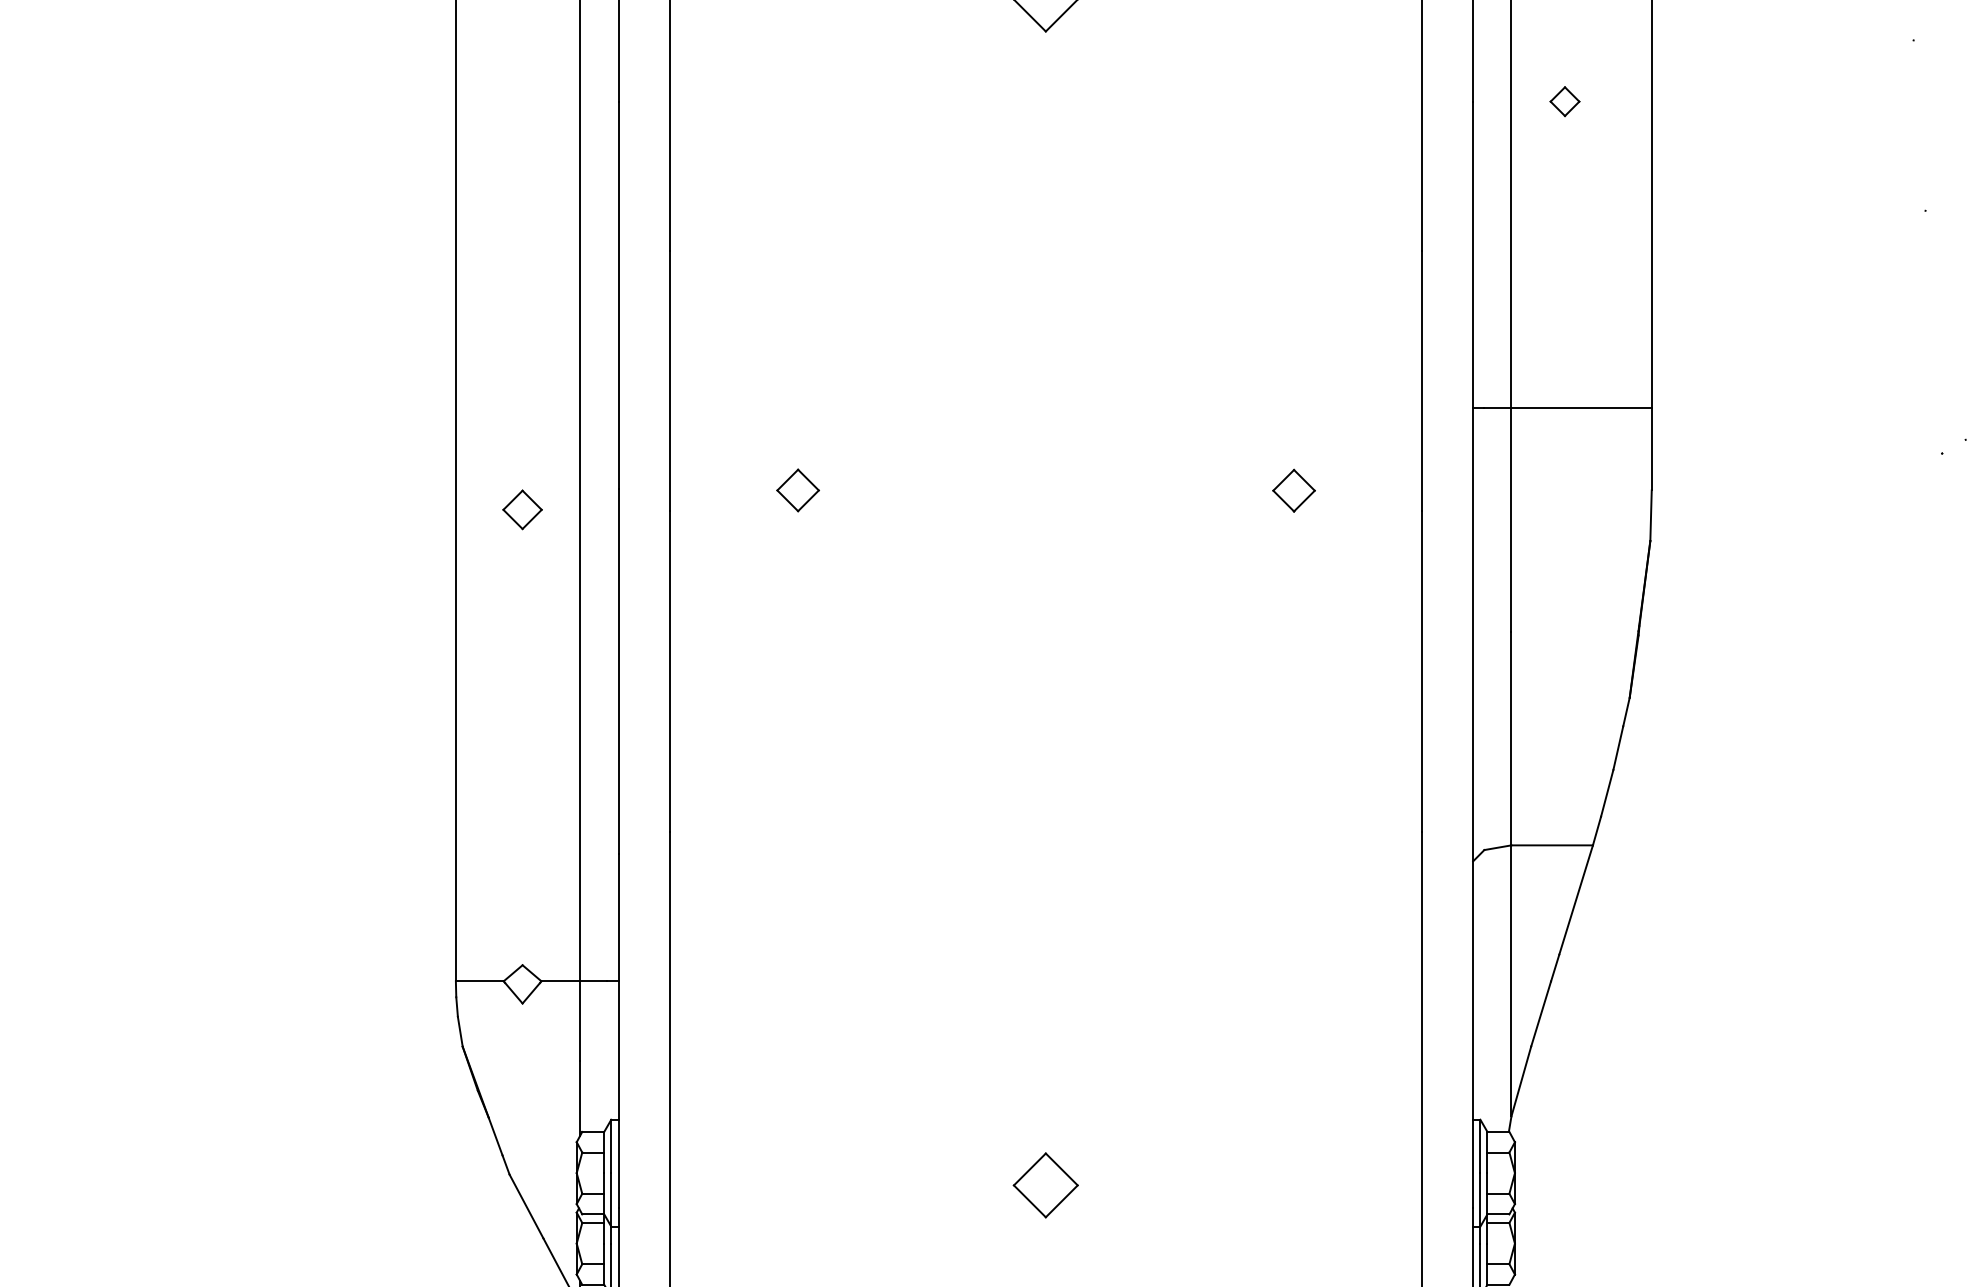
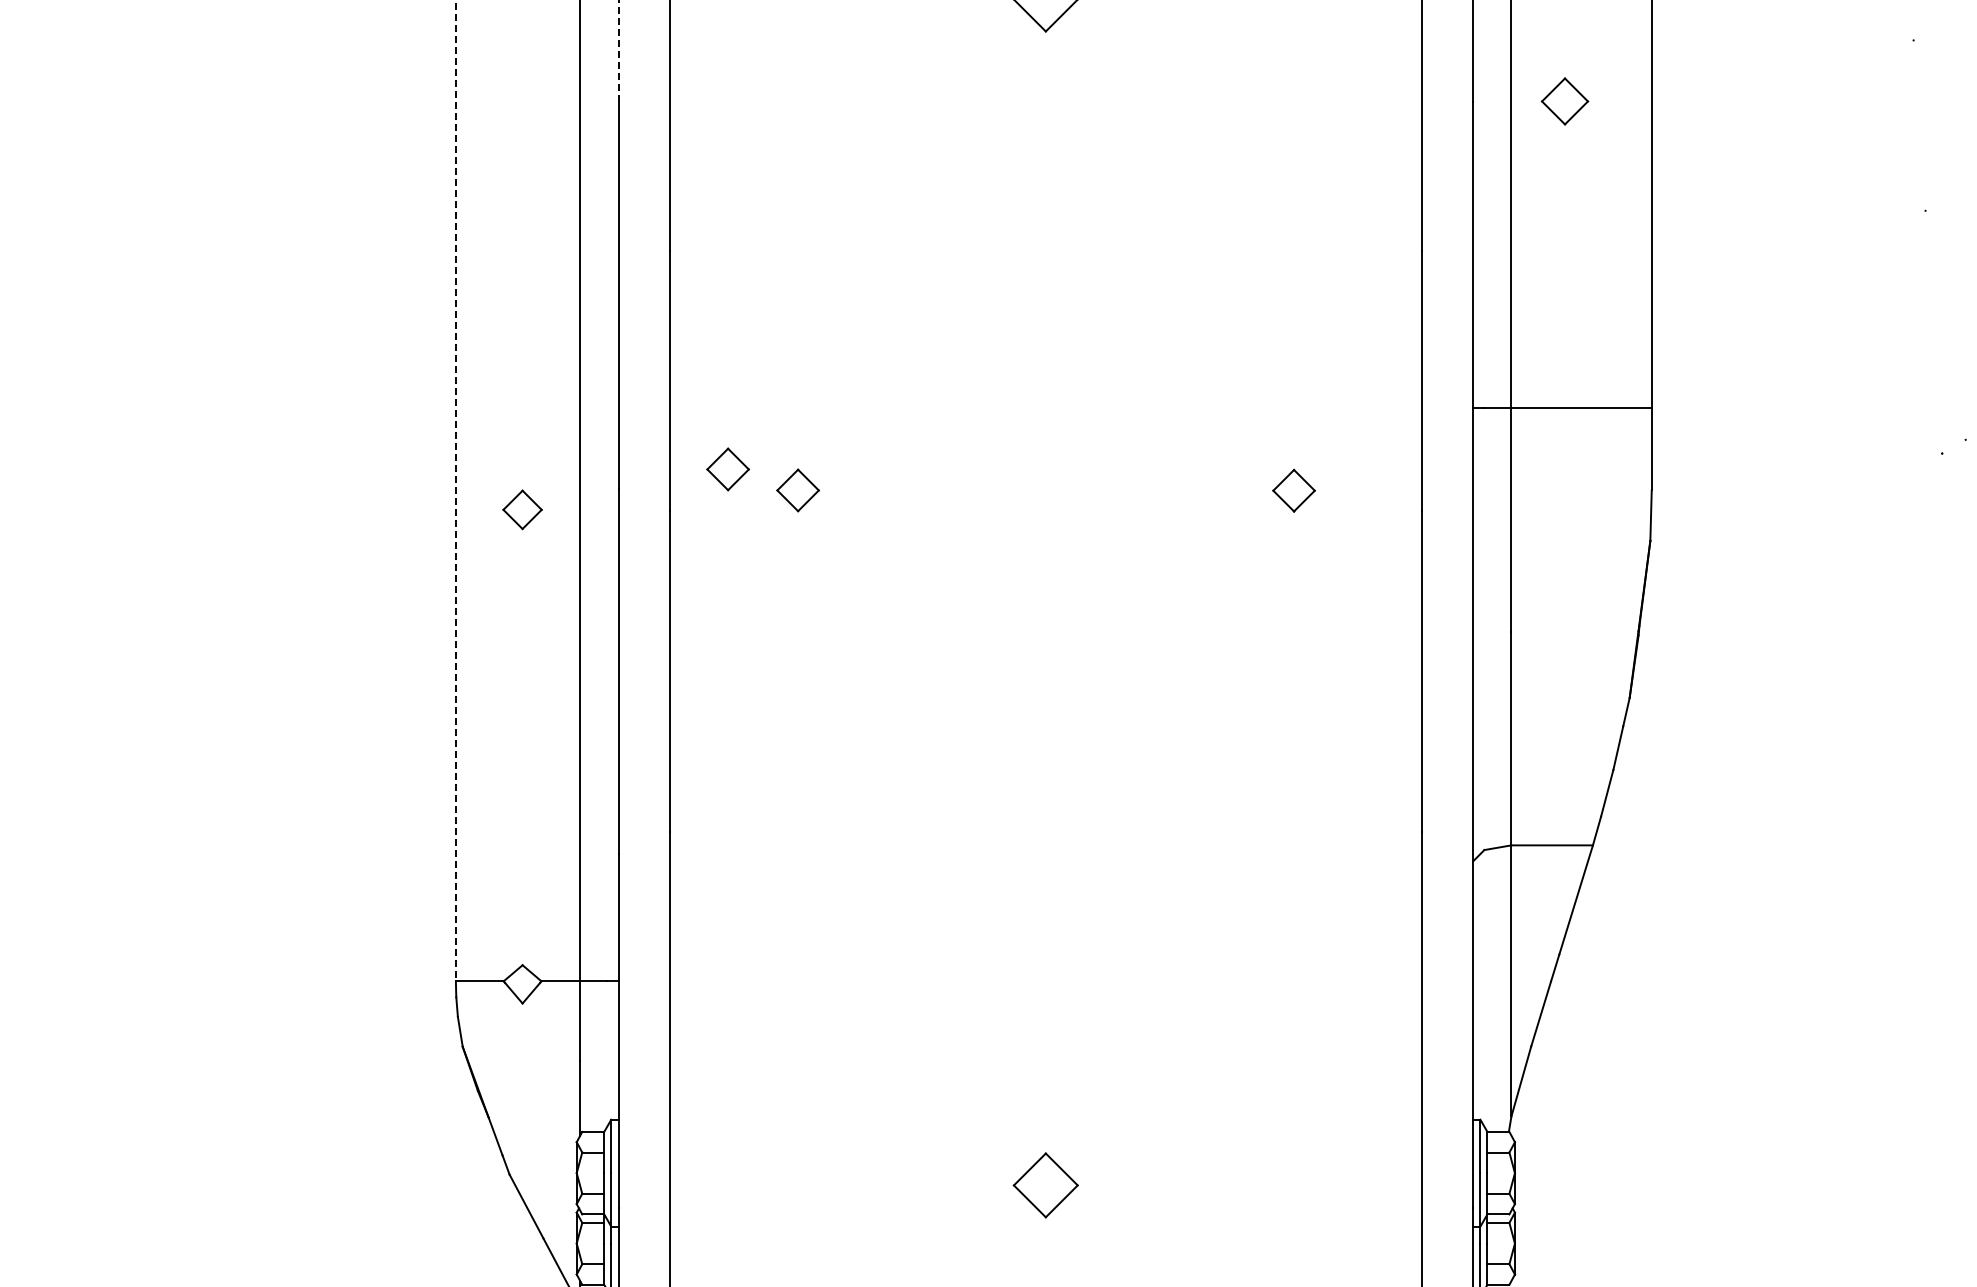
line at (618, 50): solid -> dashed
part at (1564, 101) size: 32x32 px -> 50x49 px
part at (727, 469): none -> present
line at (455, 491): solid -> dashed
